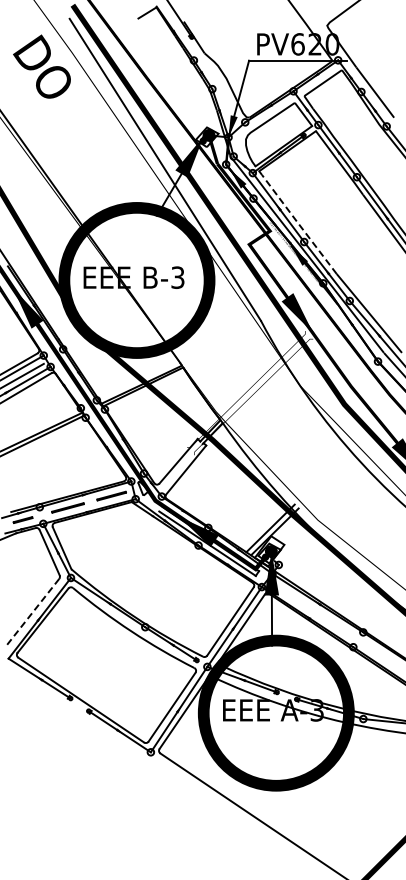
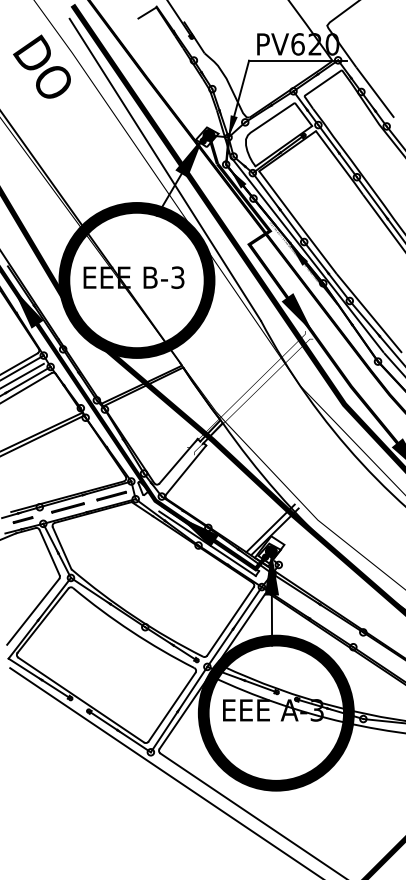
line at (296, 221): dashed -> solid
line at (32, 612): dashed -> solid
line at (164, 772): none -> present
